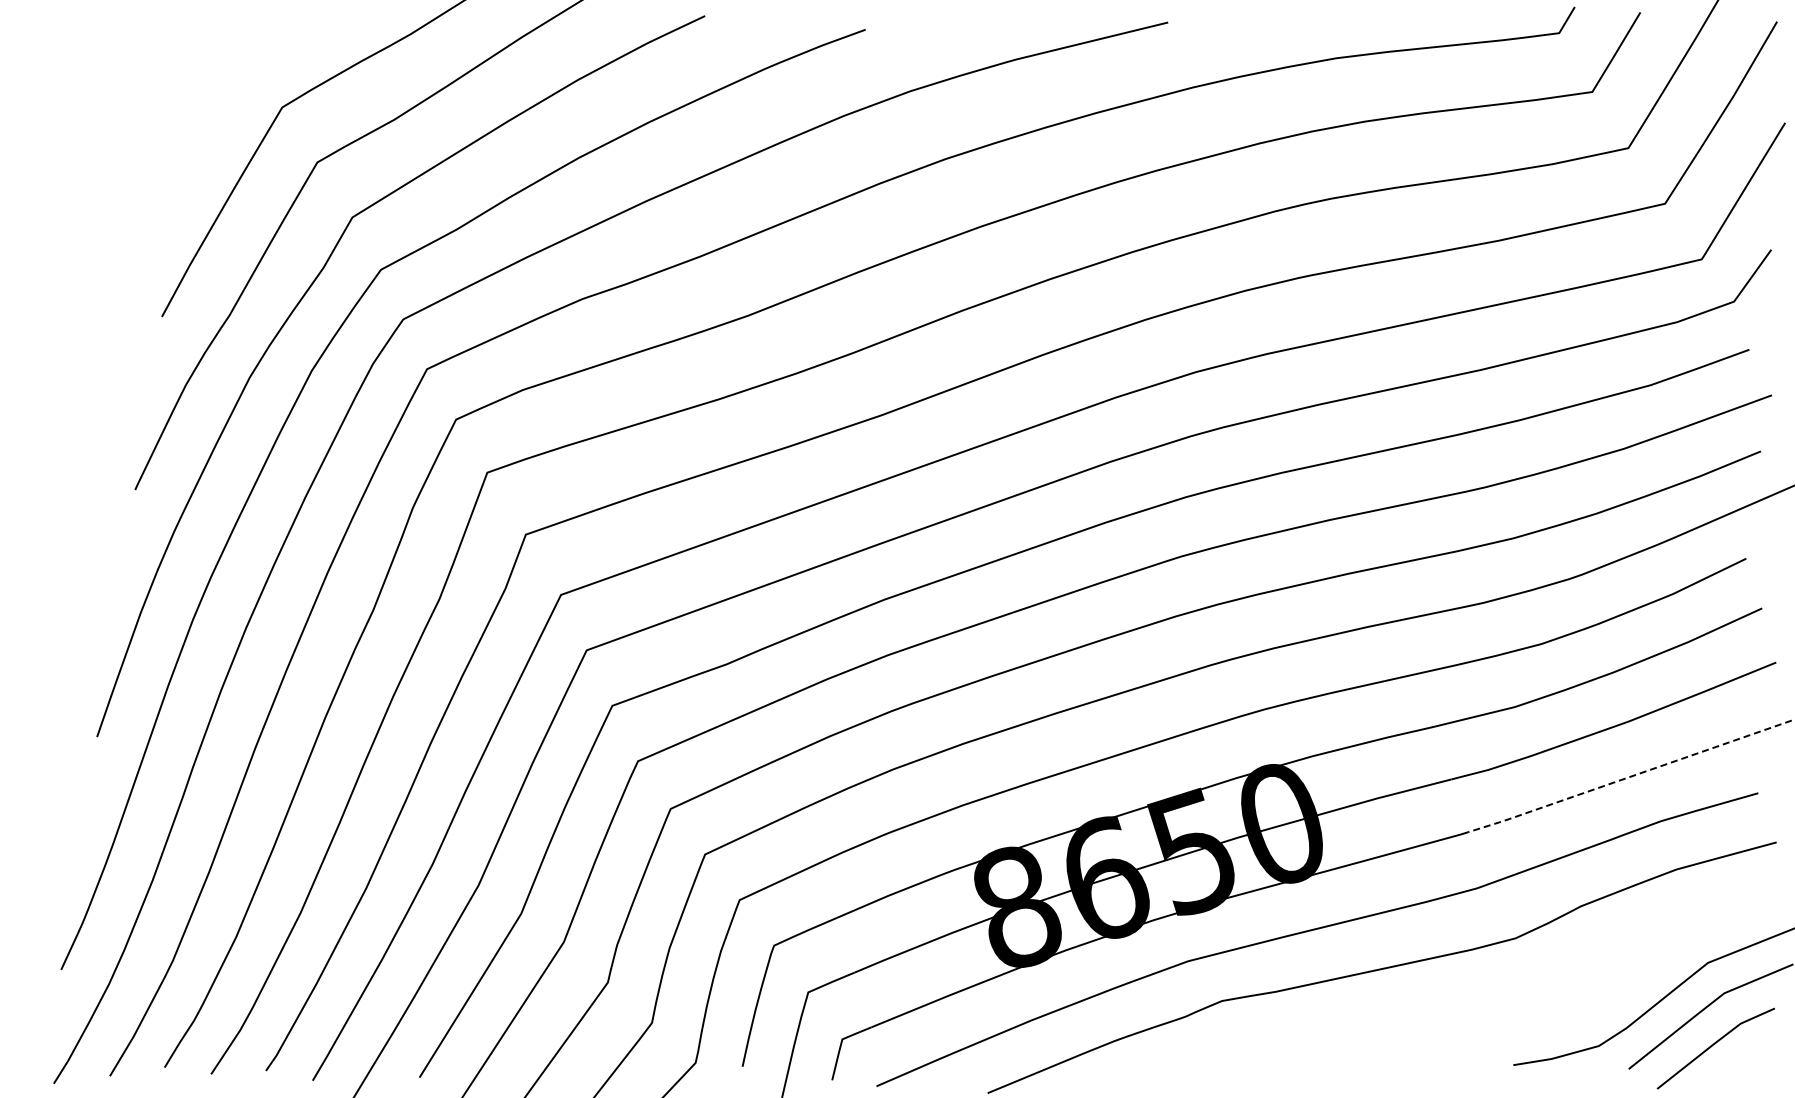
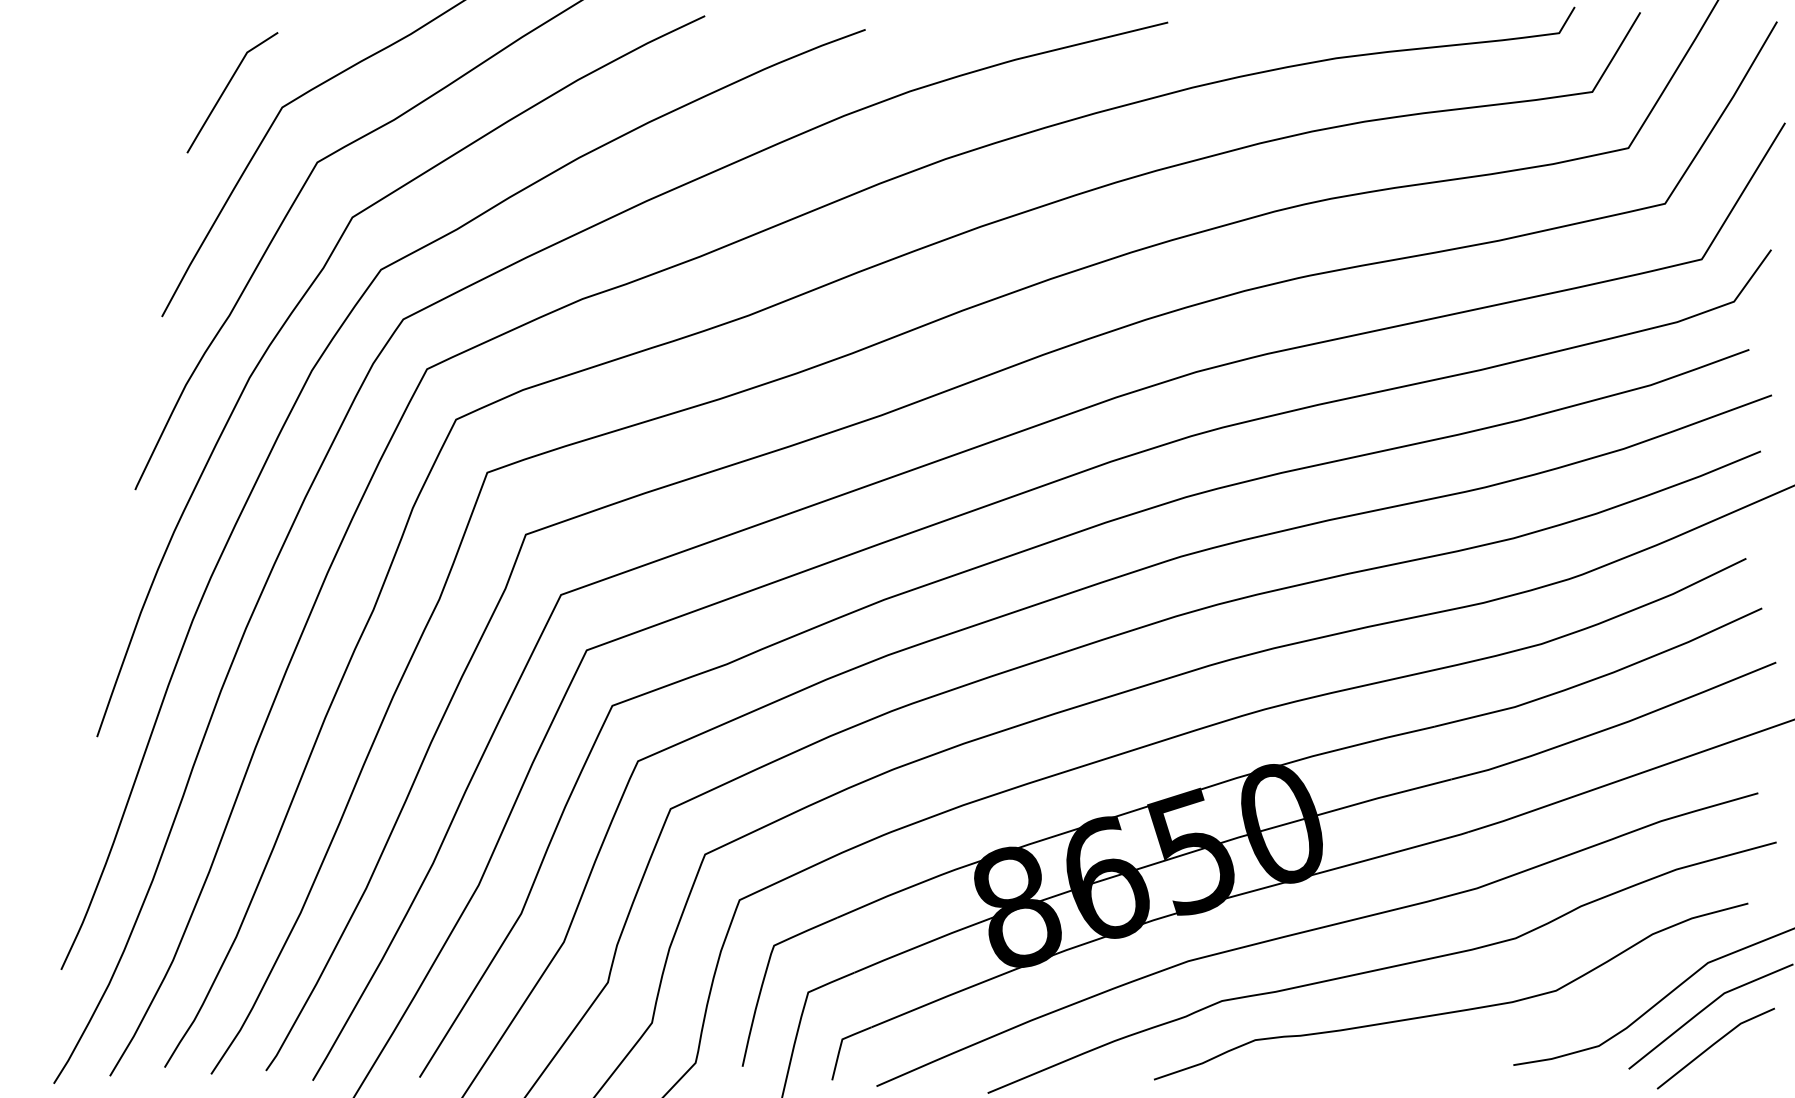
line at (226, 89): none -> present
line at (1630, 776): dashed -> solid
curve at (1455, 1010): none -> present
